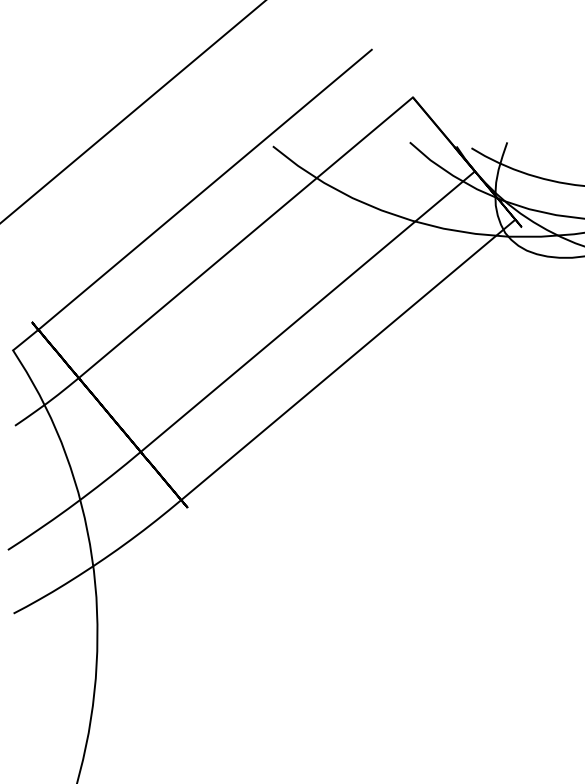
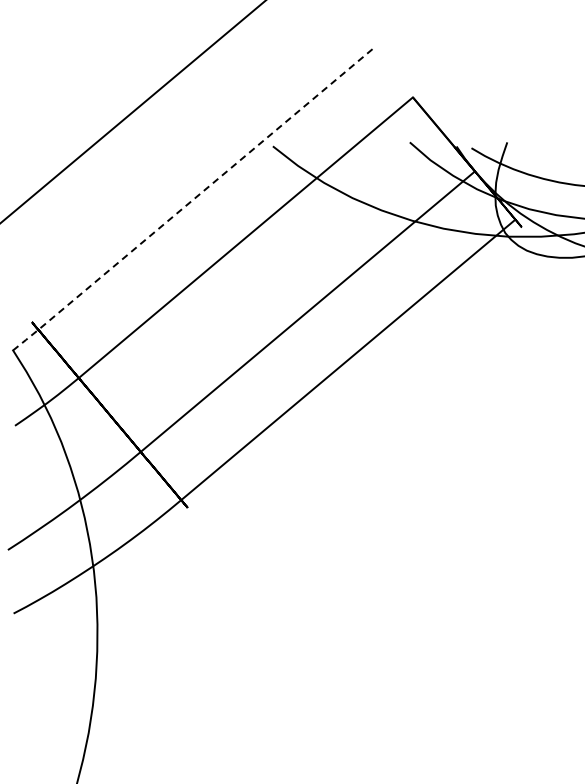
line at (191, 201): solid -> dashed
